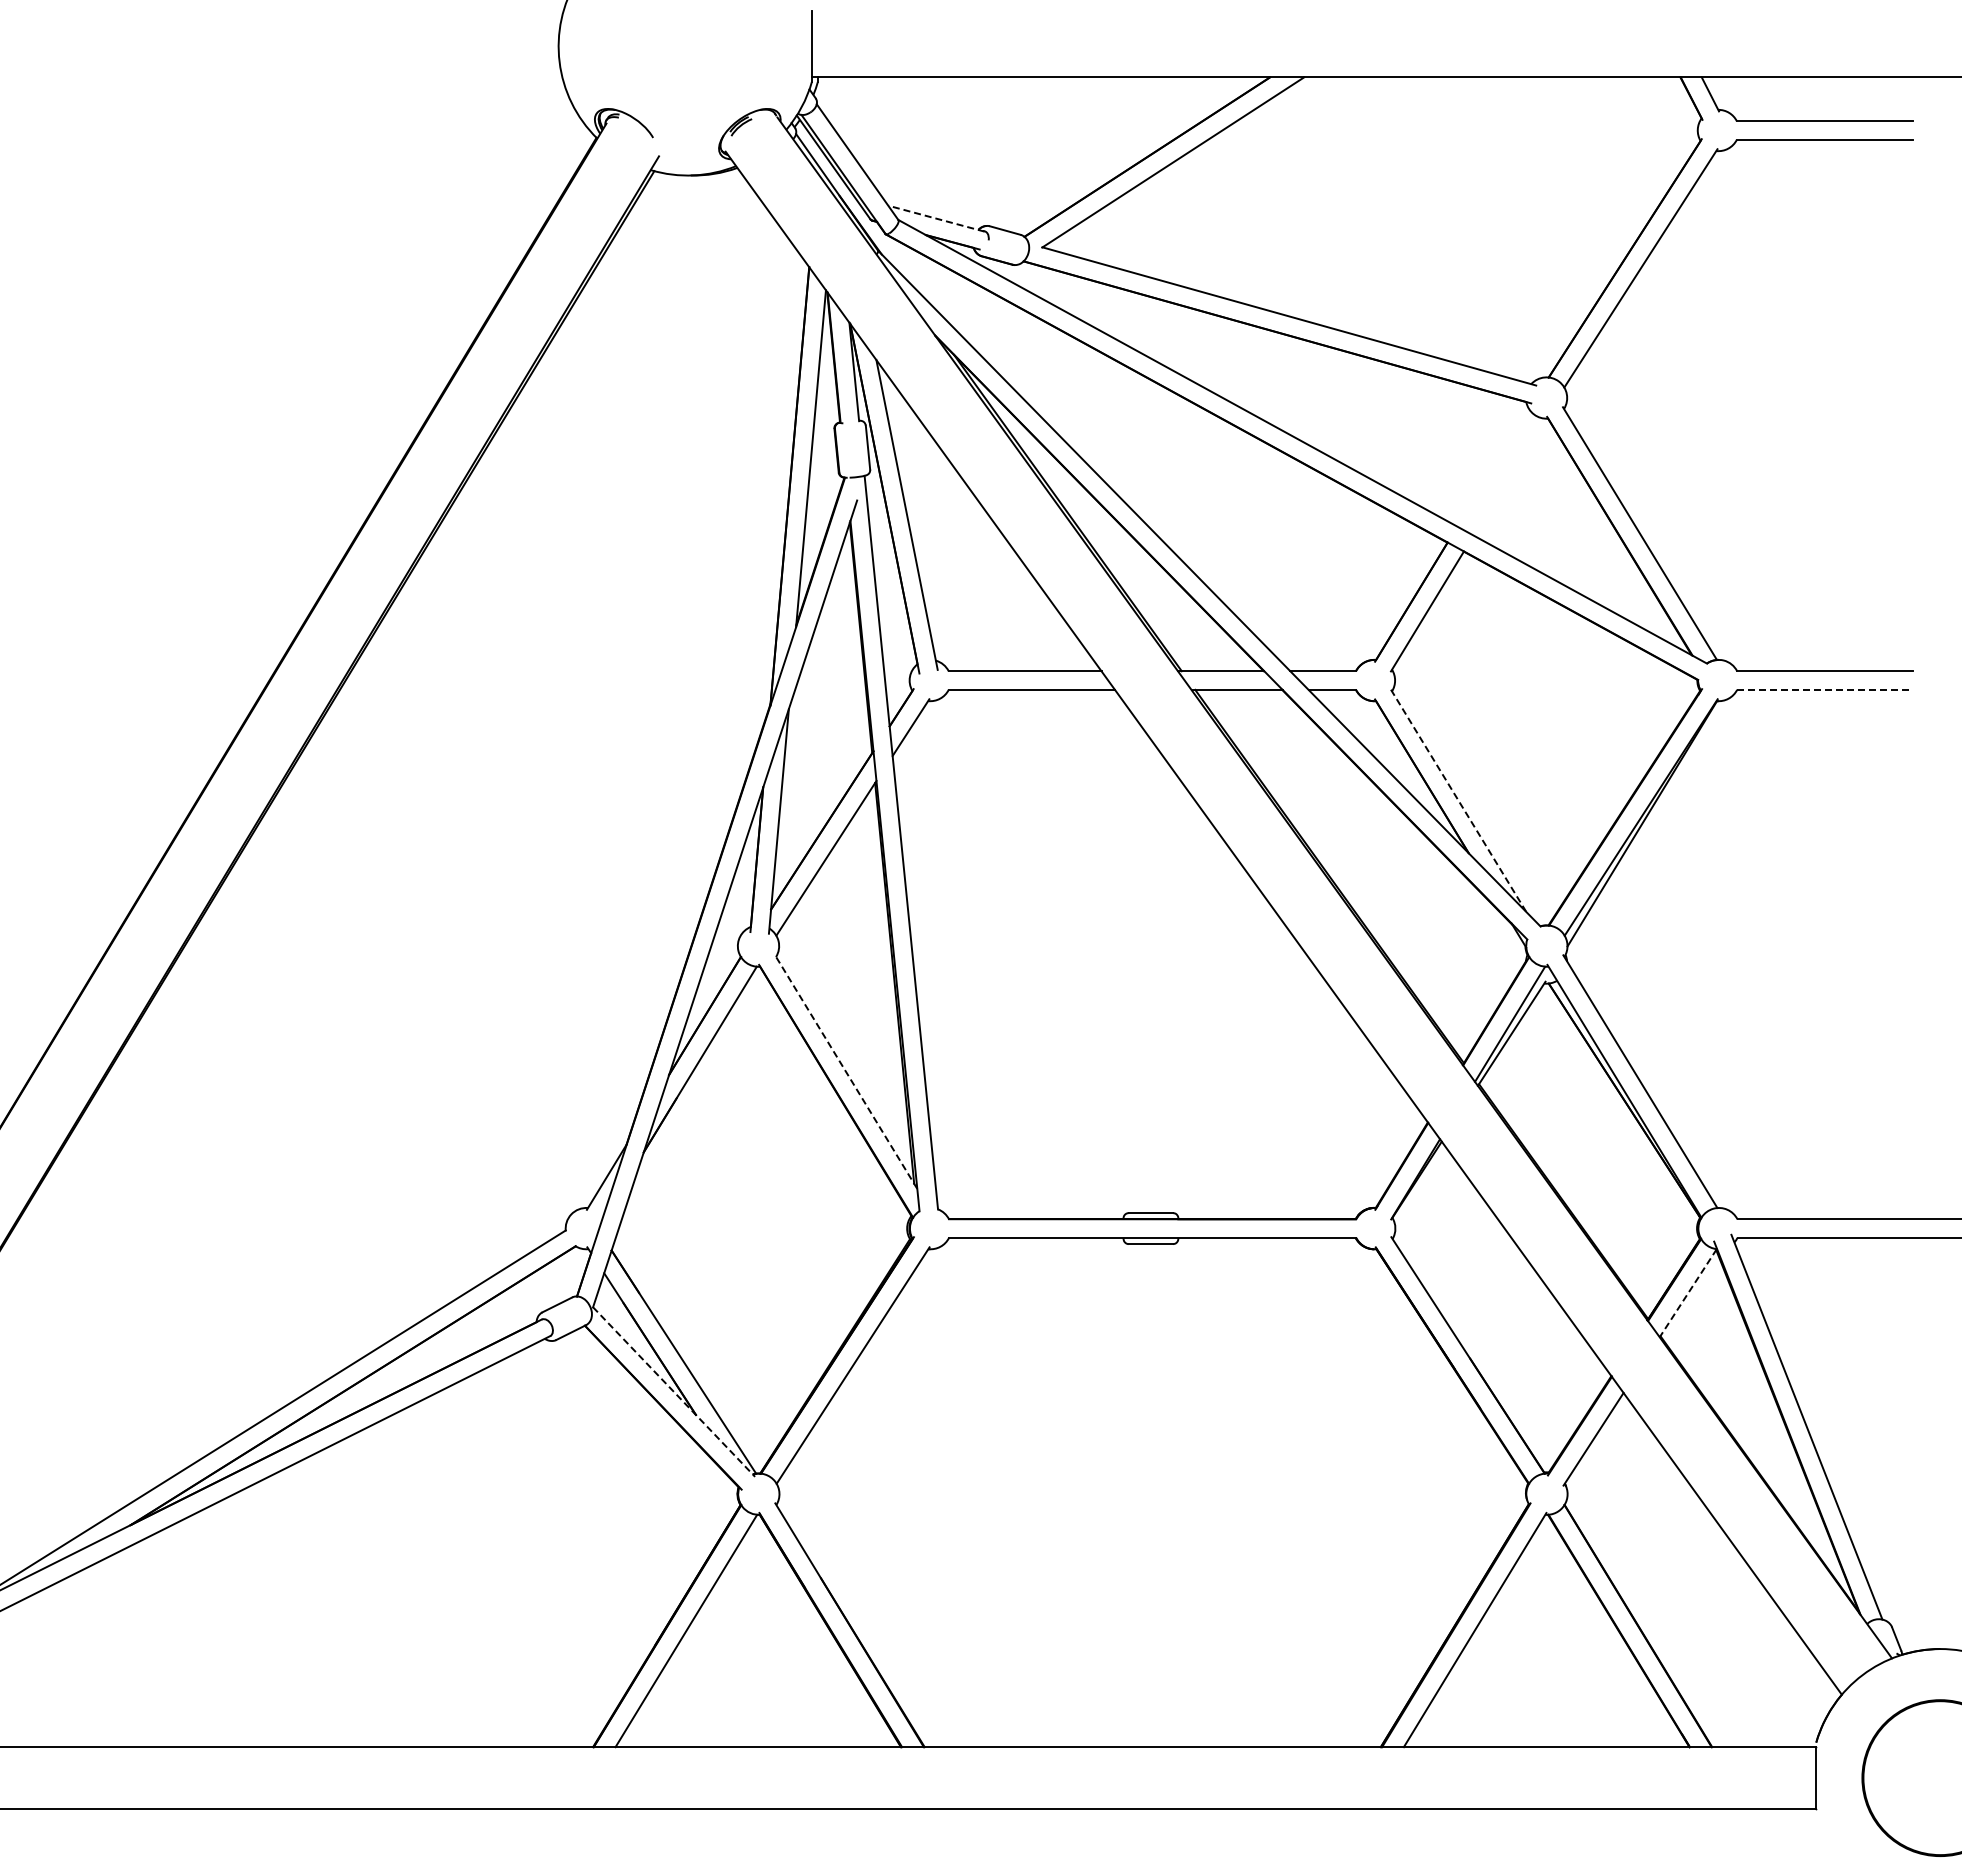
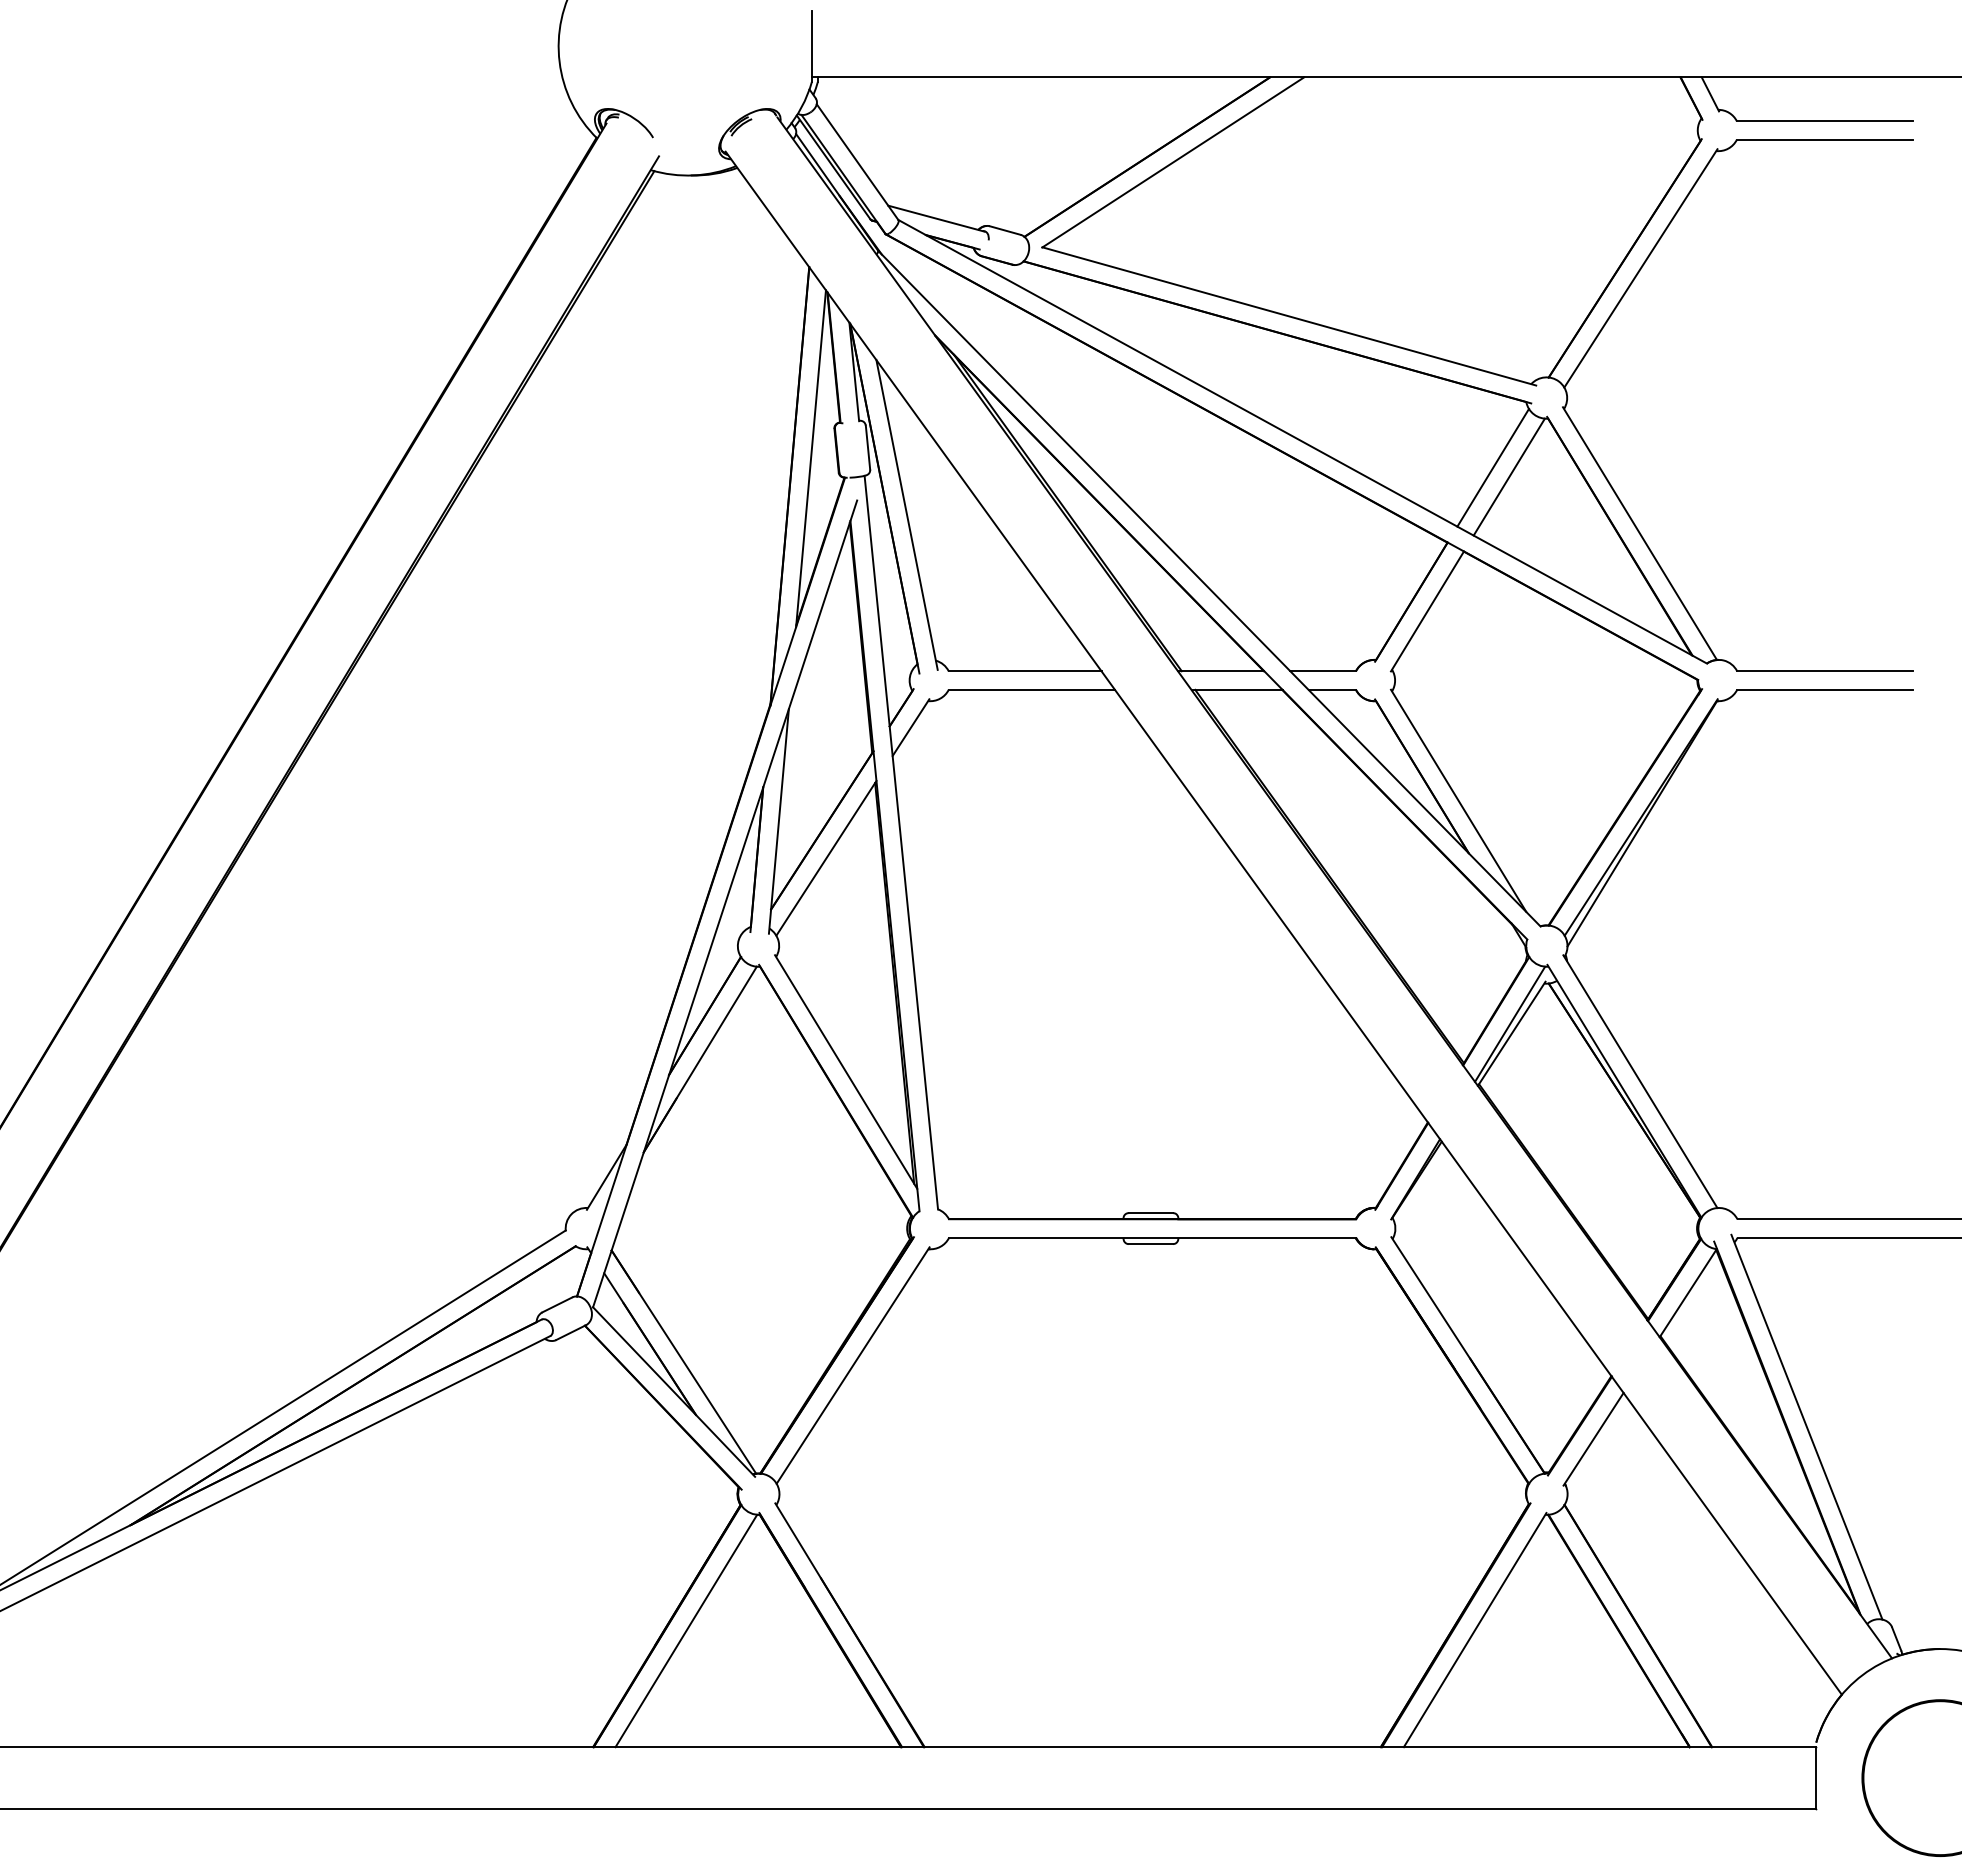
line at (936, 218): dashed -> solid
line at (1492, 467): none -> present
line at (1508, 476): none -> present
line at (1825, 689): dashed -> solid
line at (1458, 800): dashed -> solid
line at (846, 1072): dashed -> solid
line at (1687, 1293): dashed -> solid
line at (674, 1392): dashed -> solid
